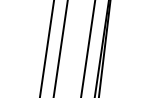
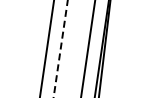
line at (60, 48): solid -> dashed
